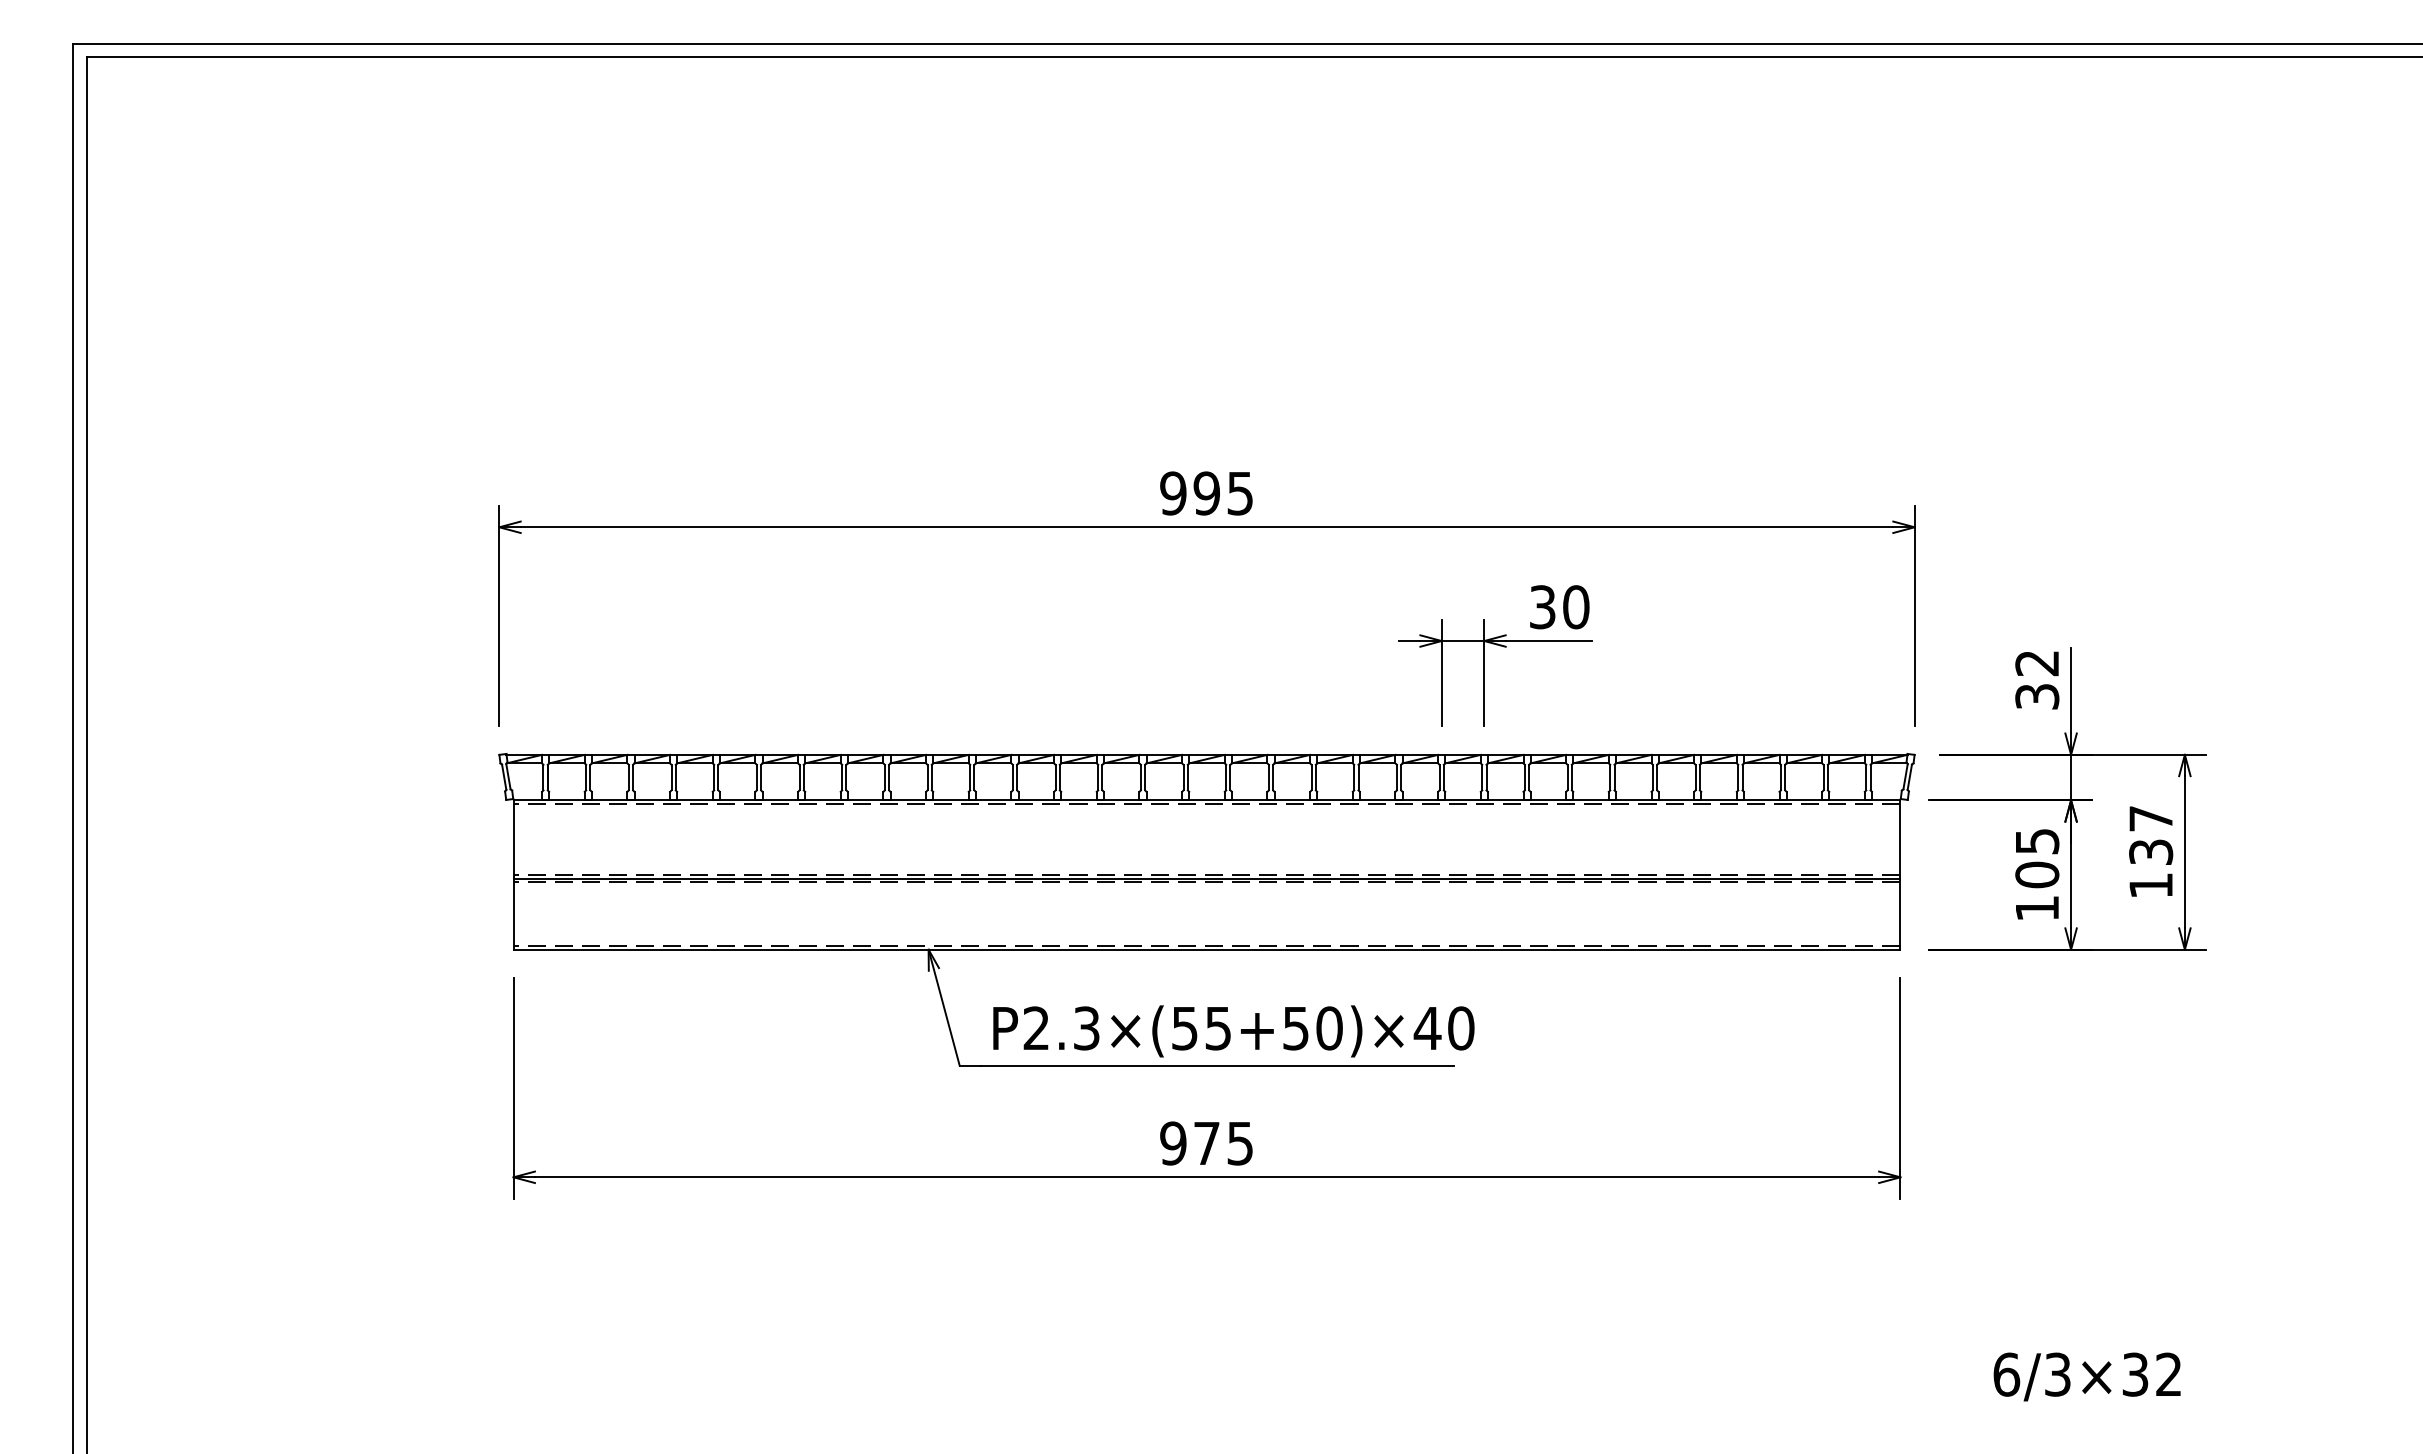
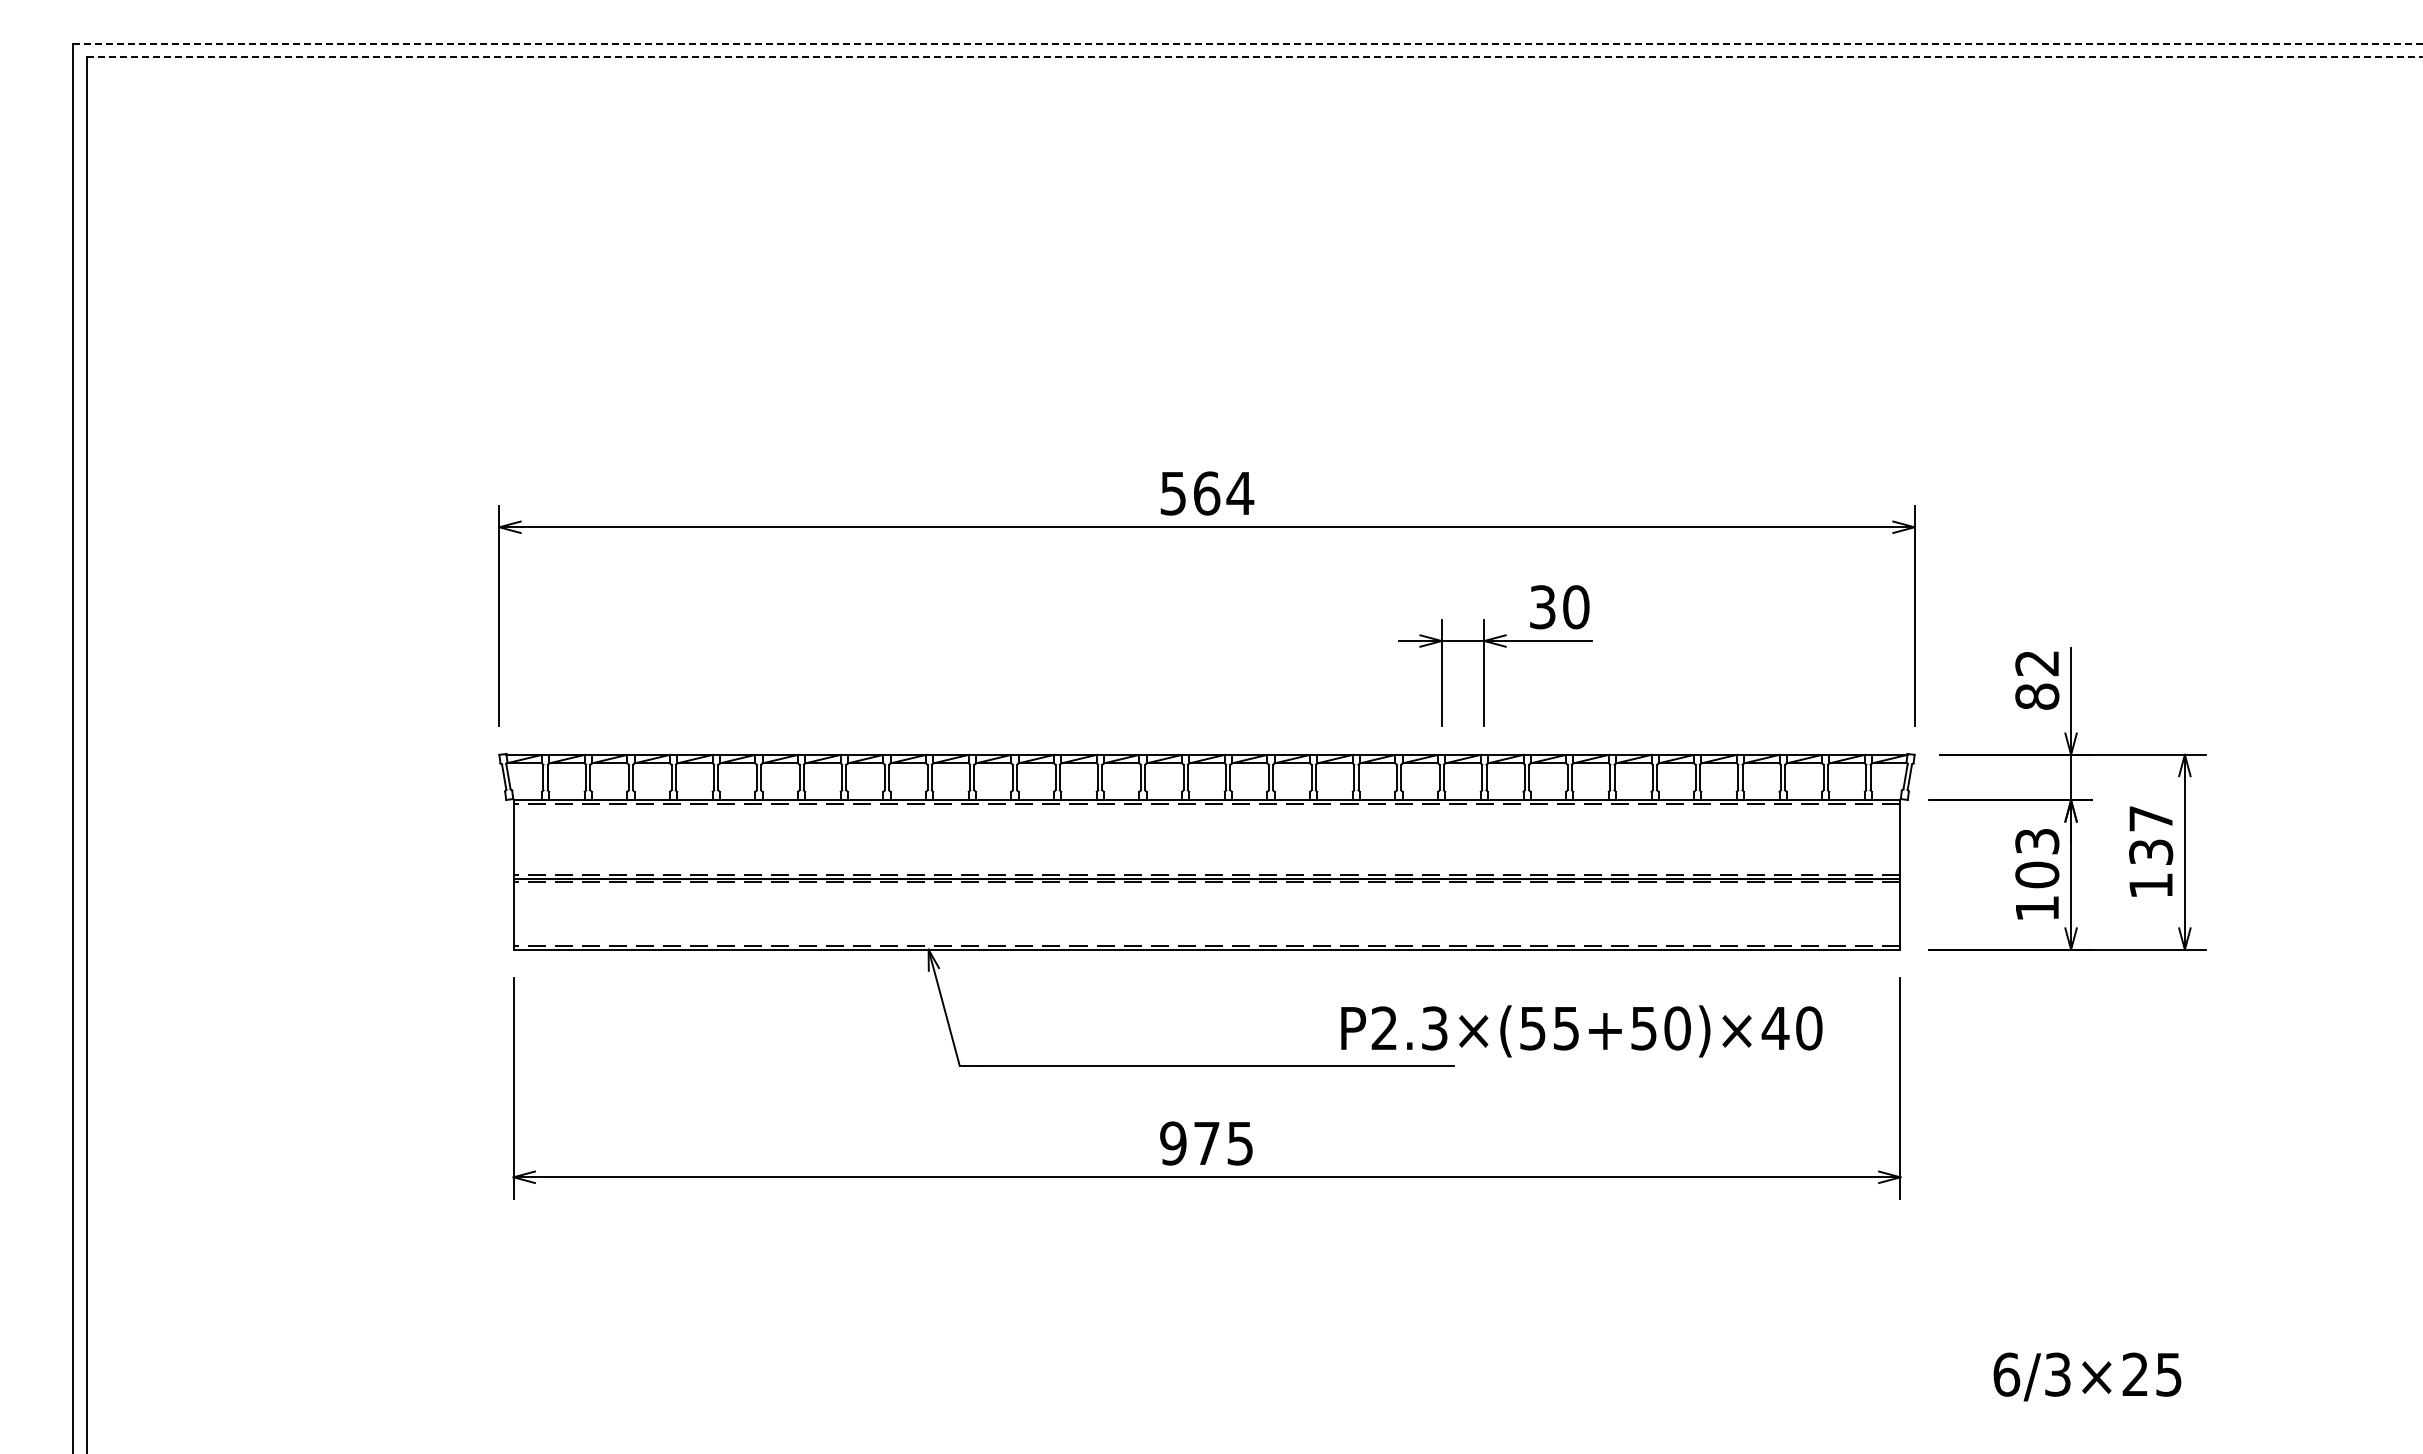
line at (1247, 43): solid -> dashed
line at (1254, 57): solid -> dashed
text at (1207, 493): 995 -> 564
text at (2037, 696): 32 -> 82
text at (2036, 841): 105 -> 103
text at (1233, 1031) position: (1233, 1031) -> (1581, 1031)
text at (2151, 1374): 6/3×32 -> 6/3×25
